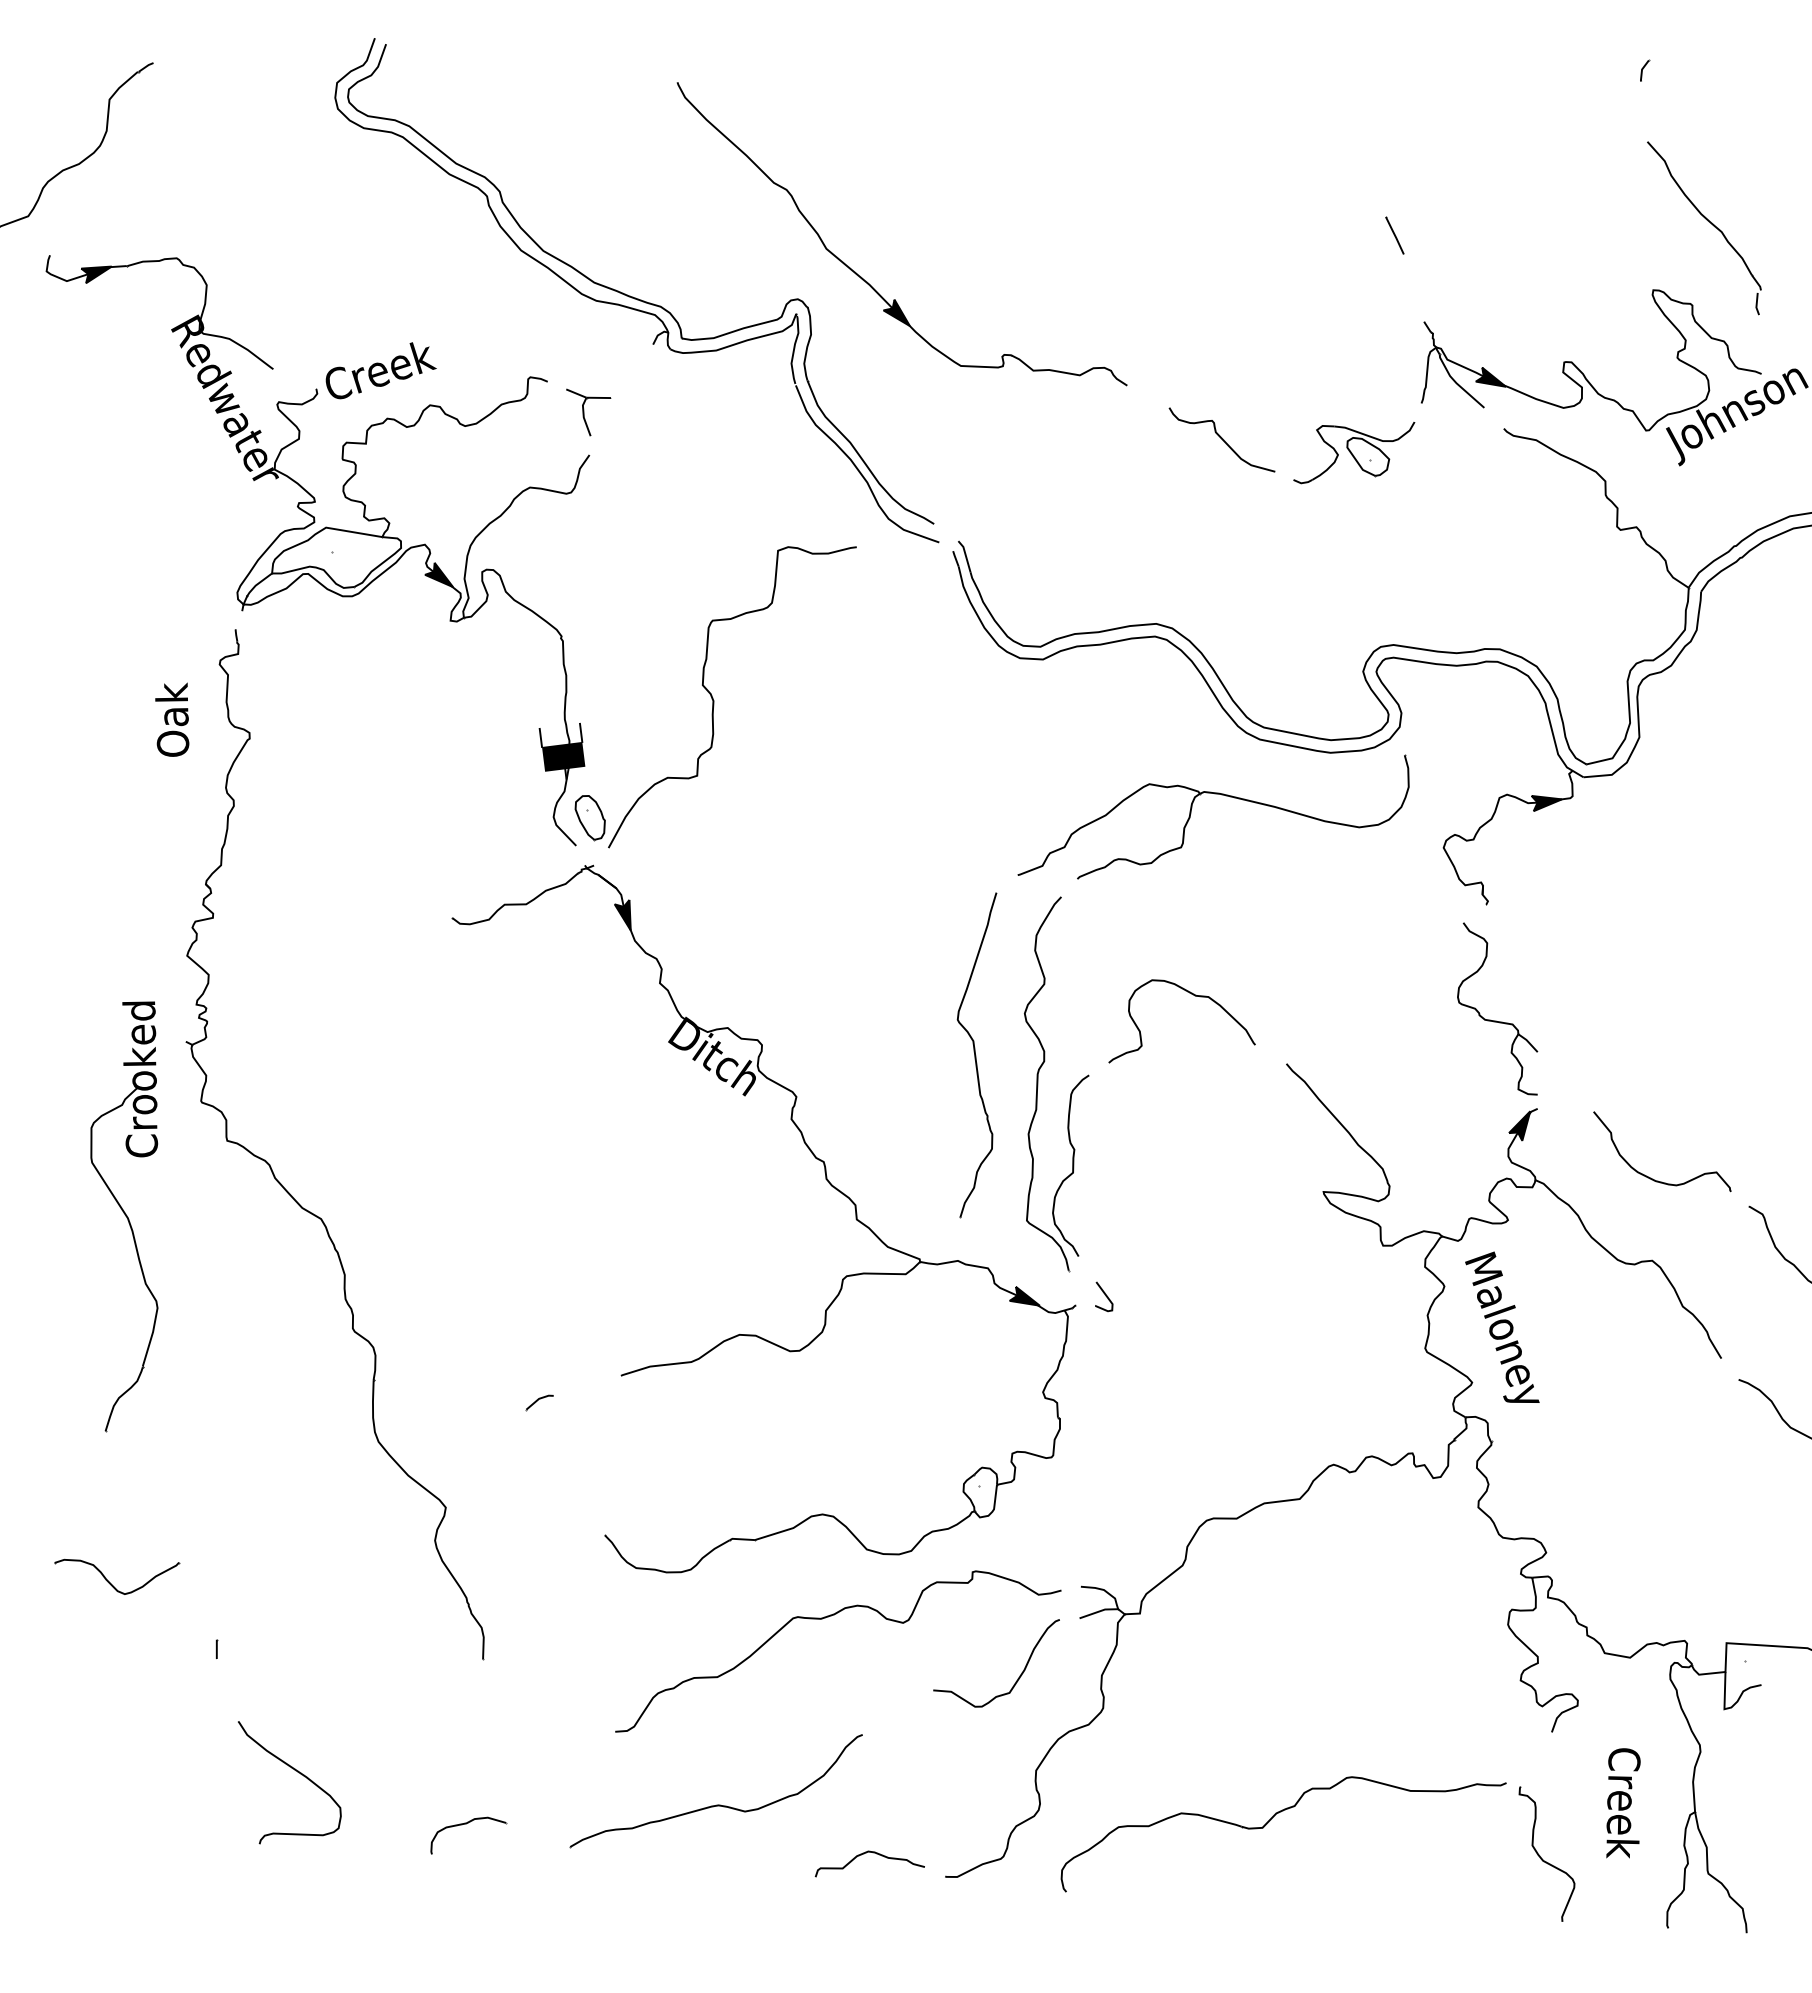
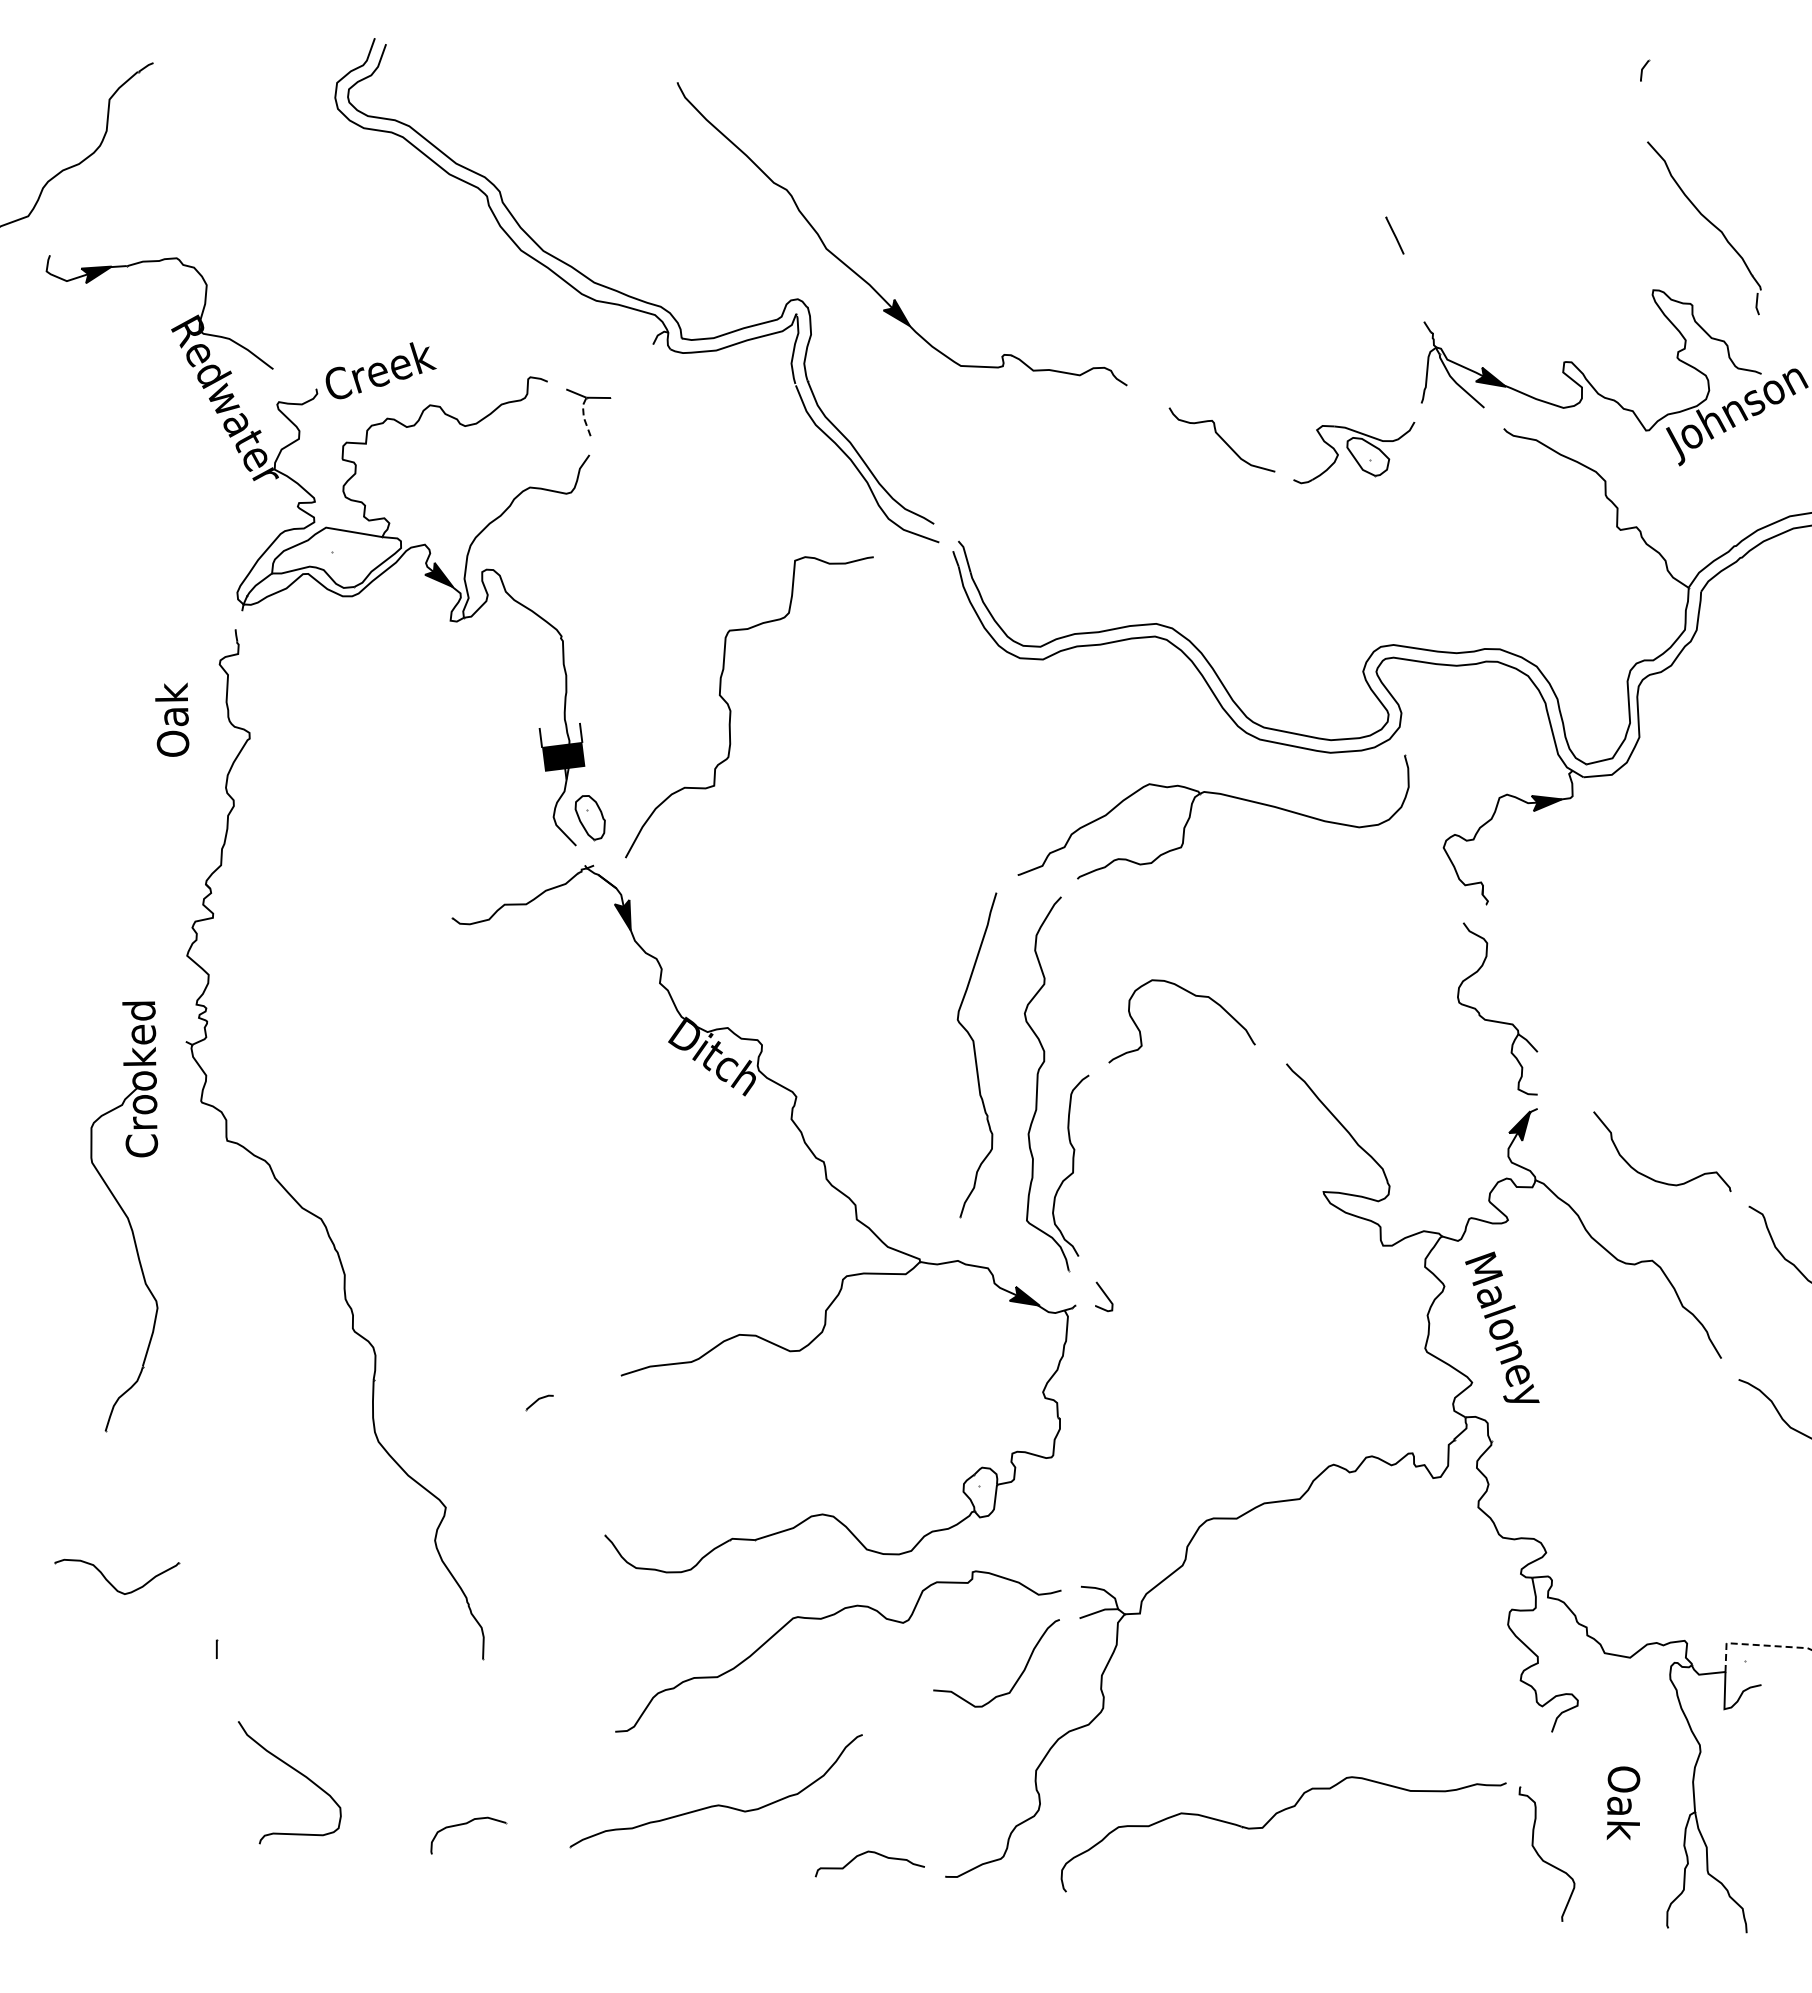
line at (583, 416): solid -> dashed
curve at (714, 700) position: (714, 700) -> (731, 710)
line at (1755, 1644): solid -> dashed
text at (1623, 1803): Creek -> Oak
